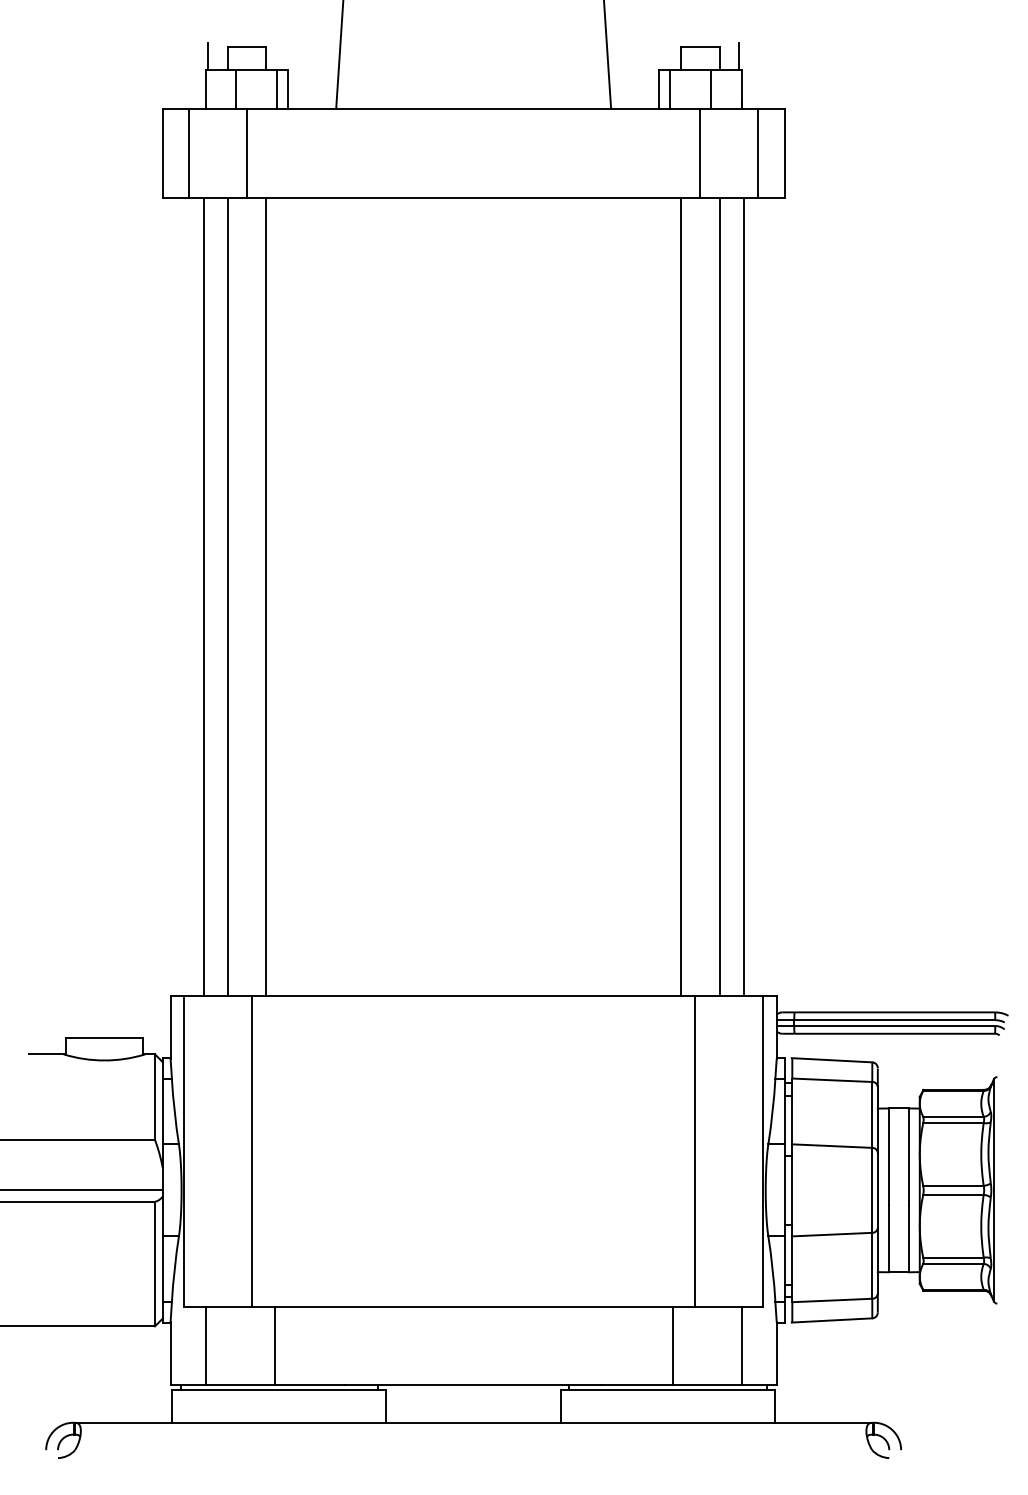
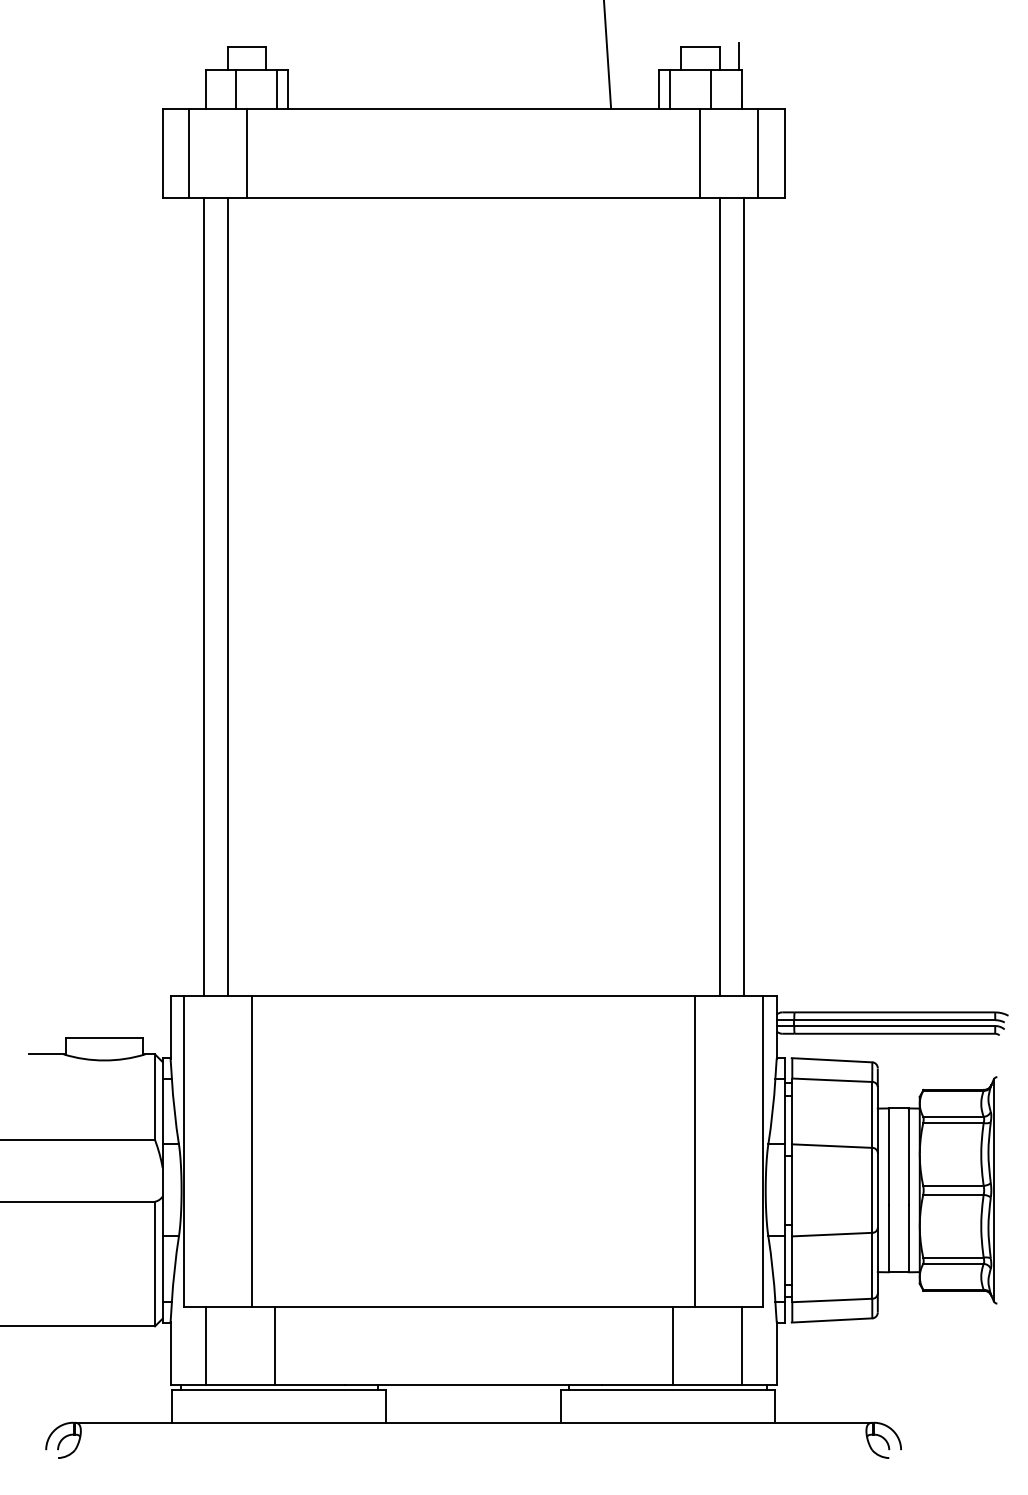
line at (339, 55): present -> none
line at (208, 56): present -> none
line at (266, 597): present -> none
line at (680, 597): present -> none
line at (82, 1190): present -> none
